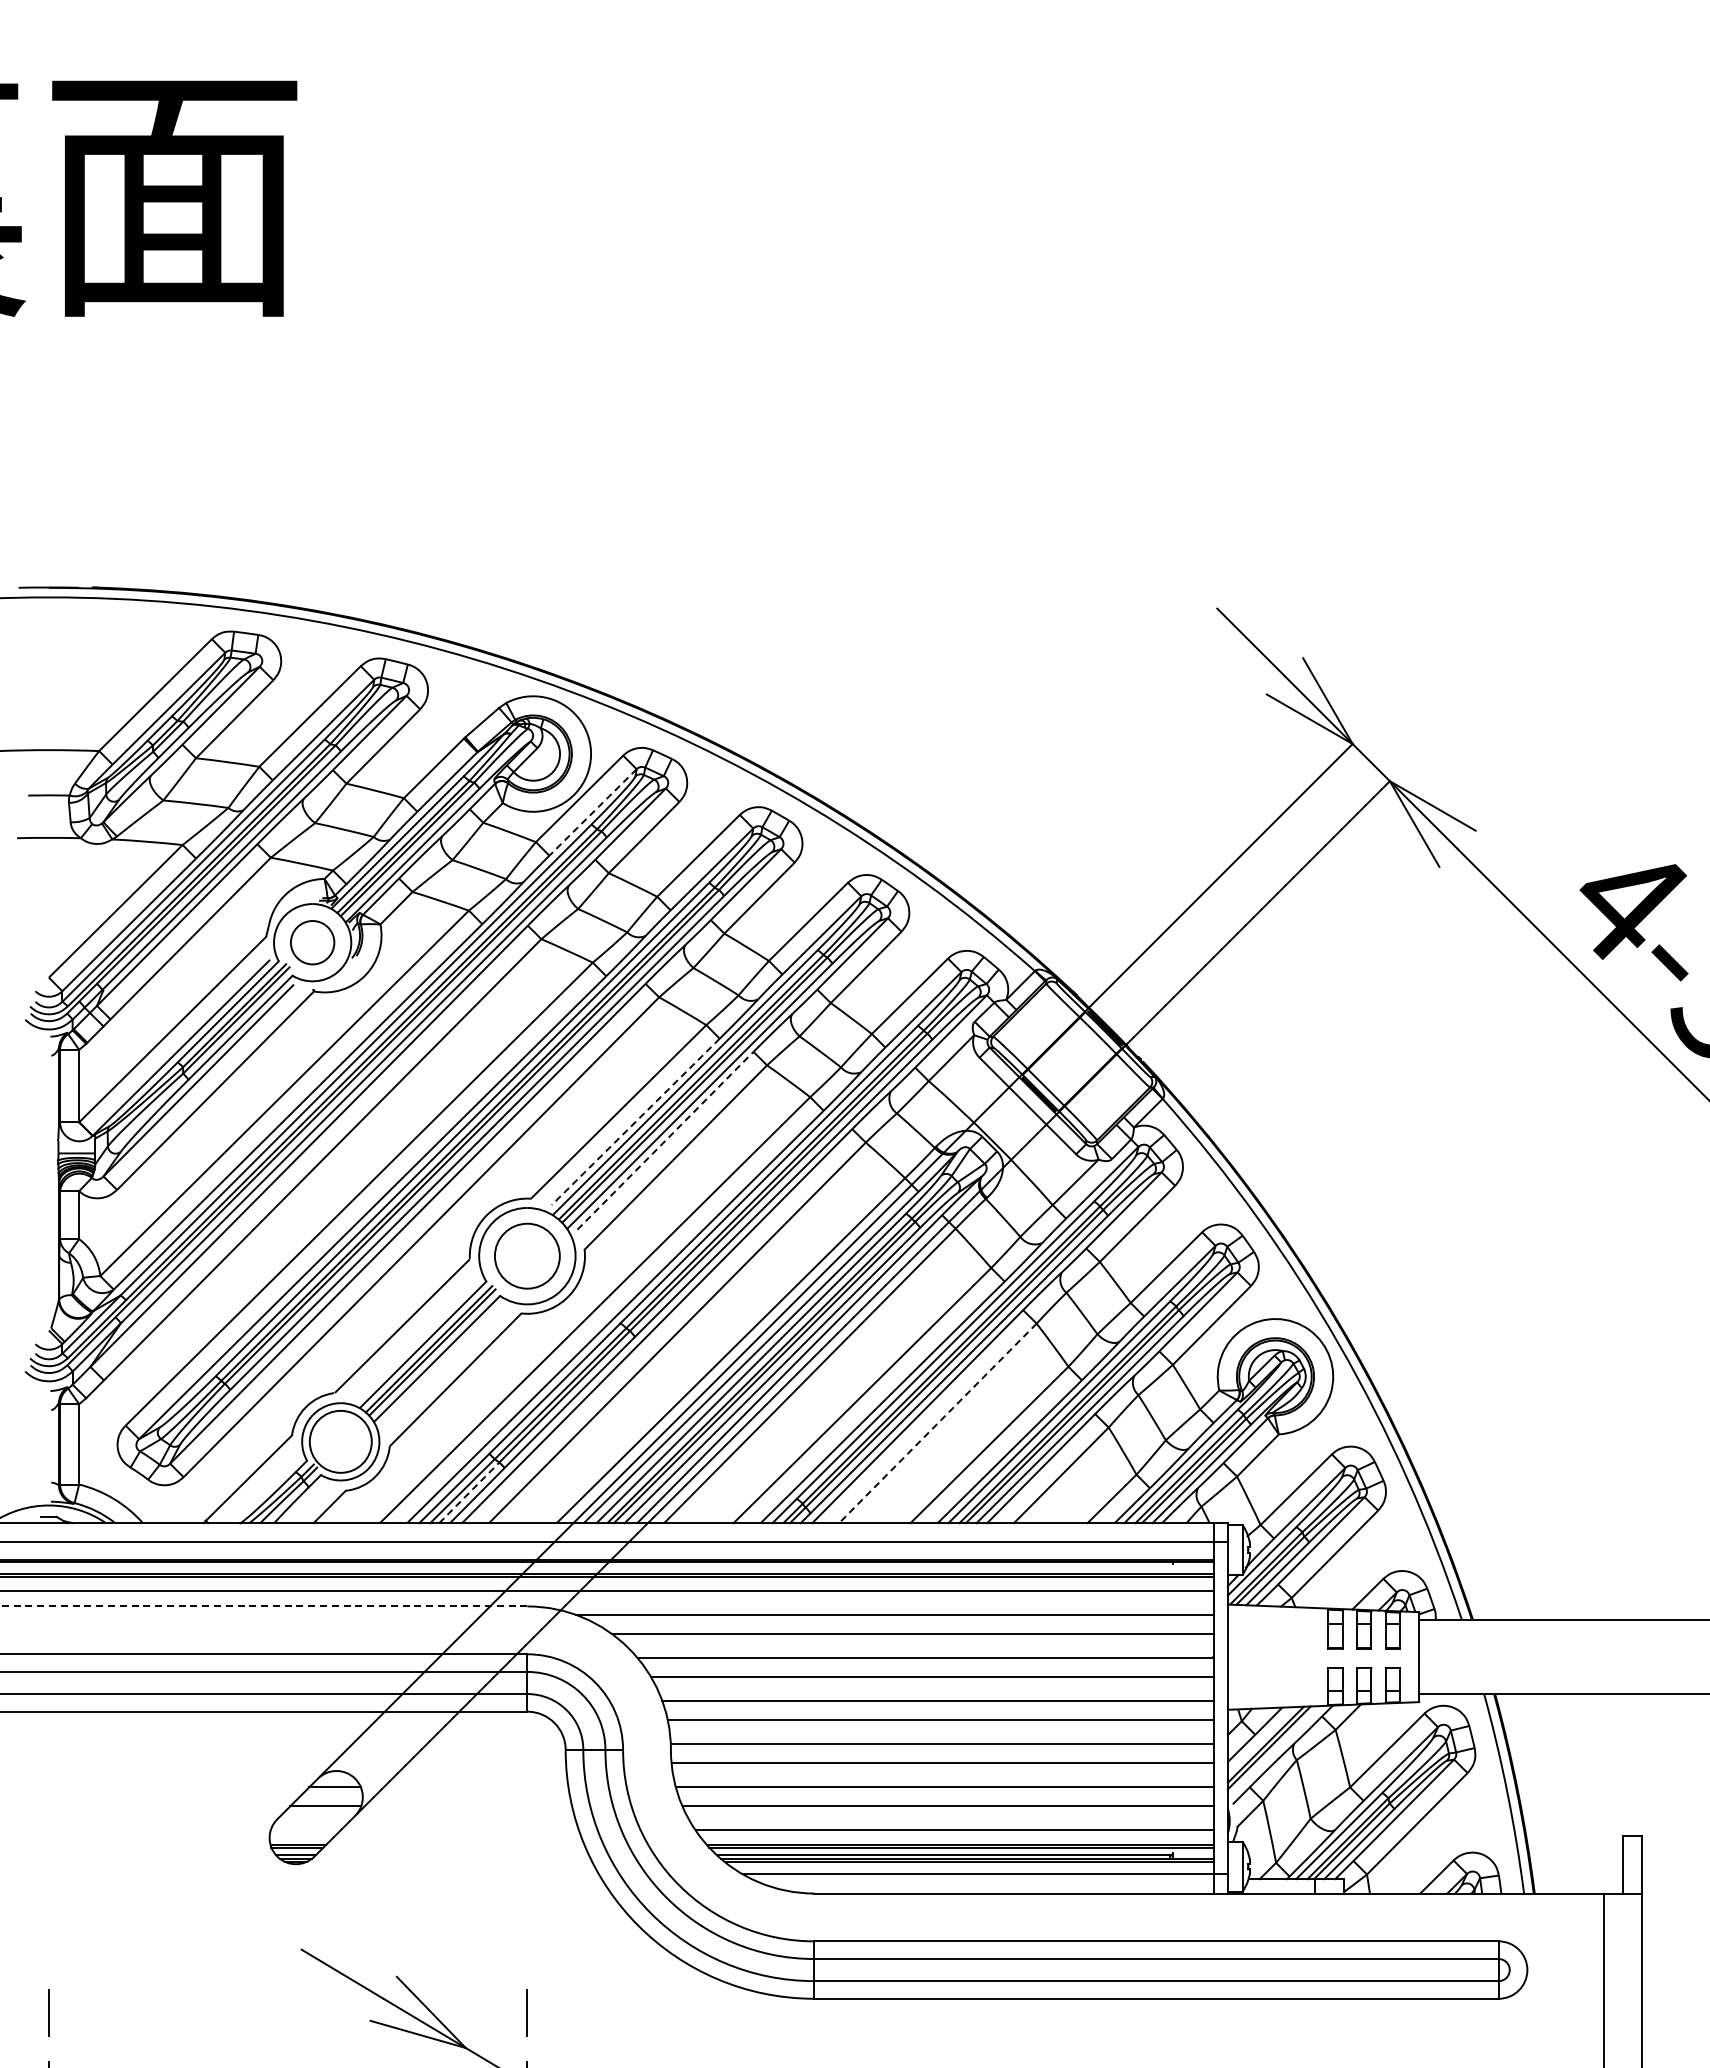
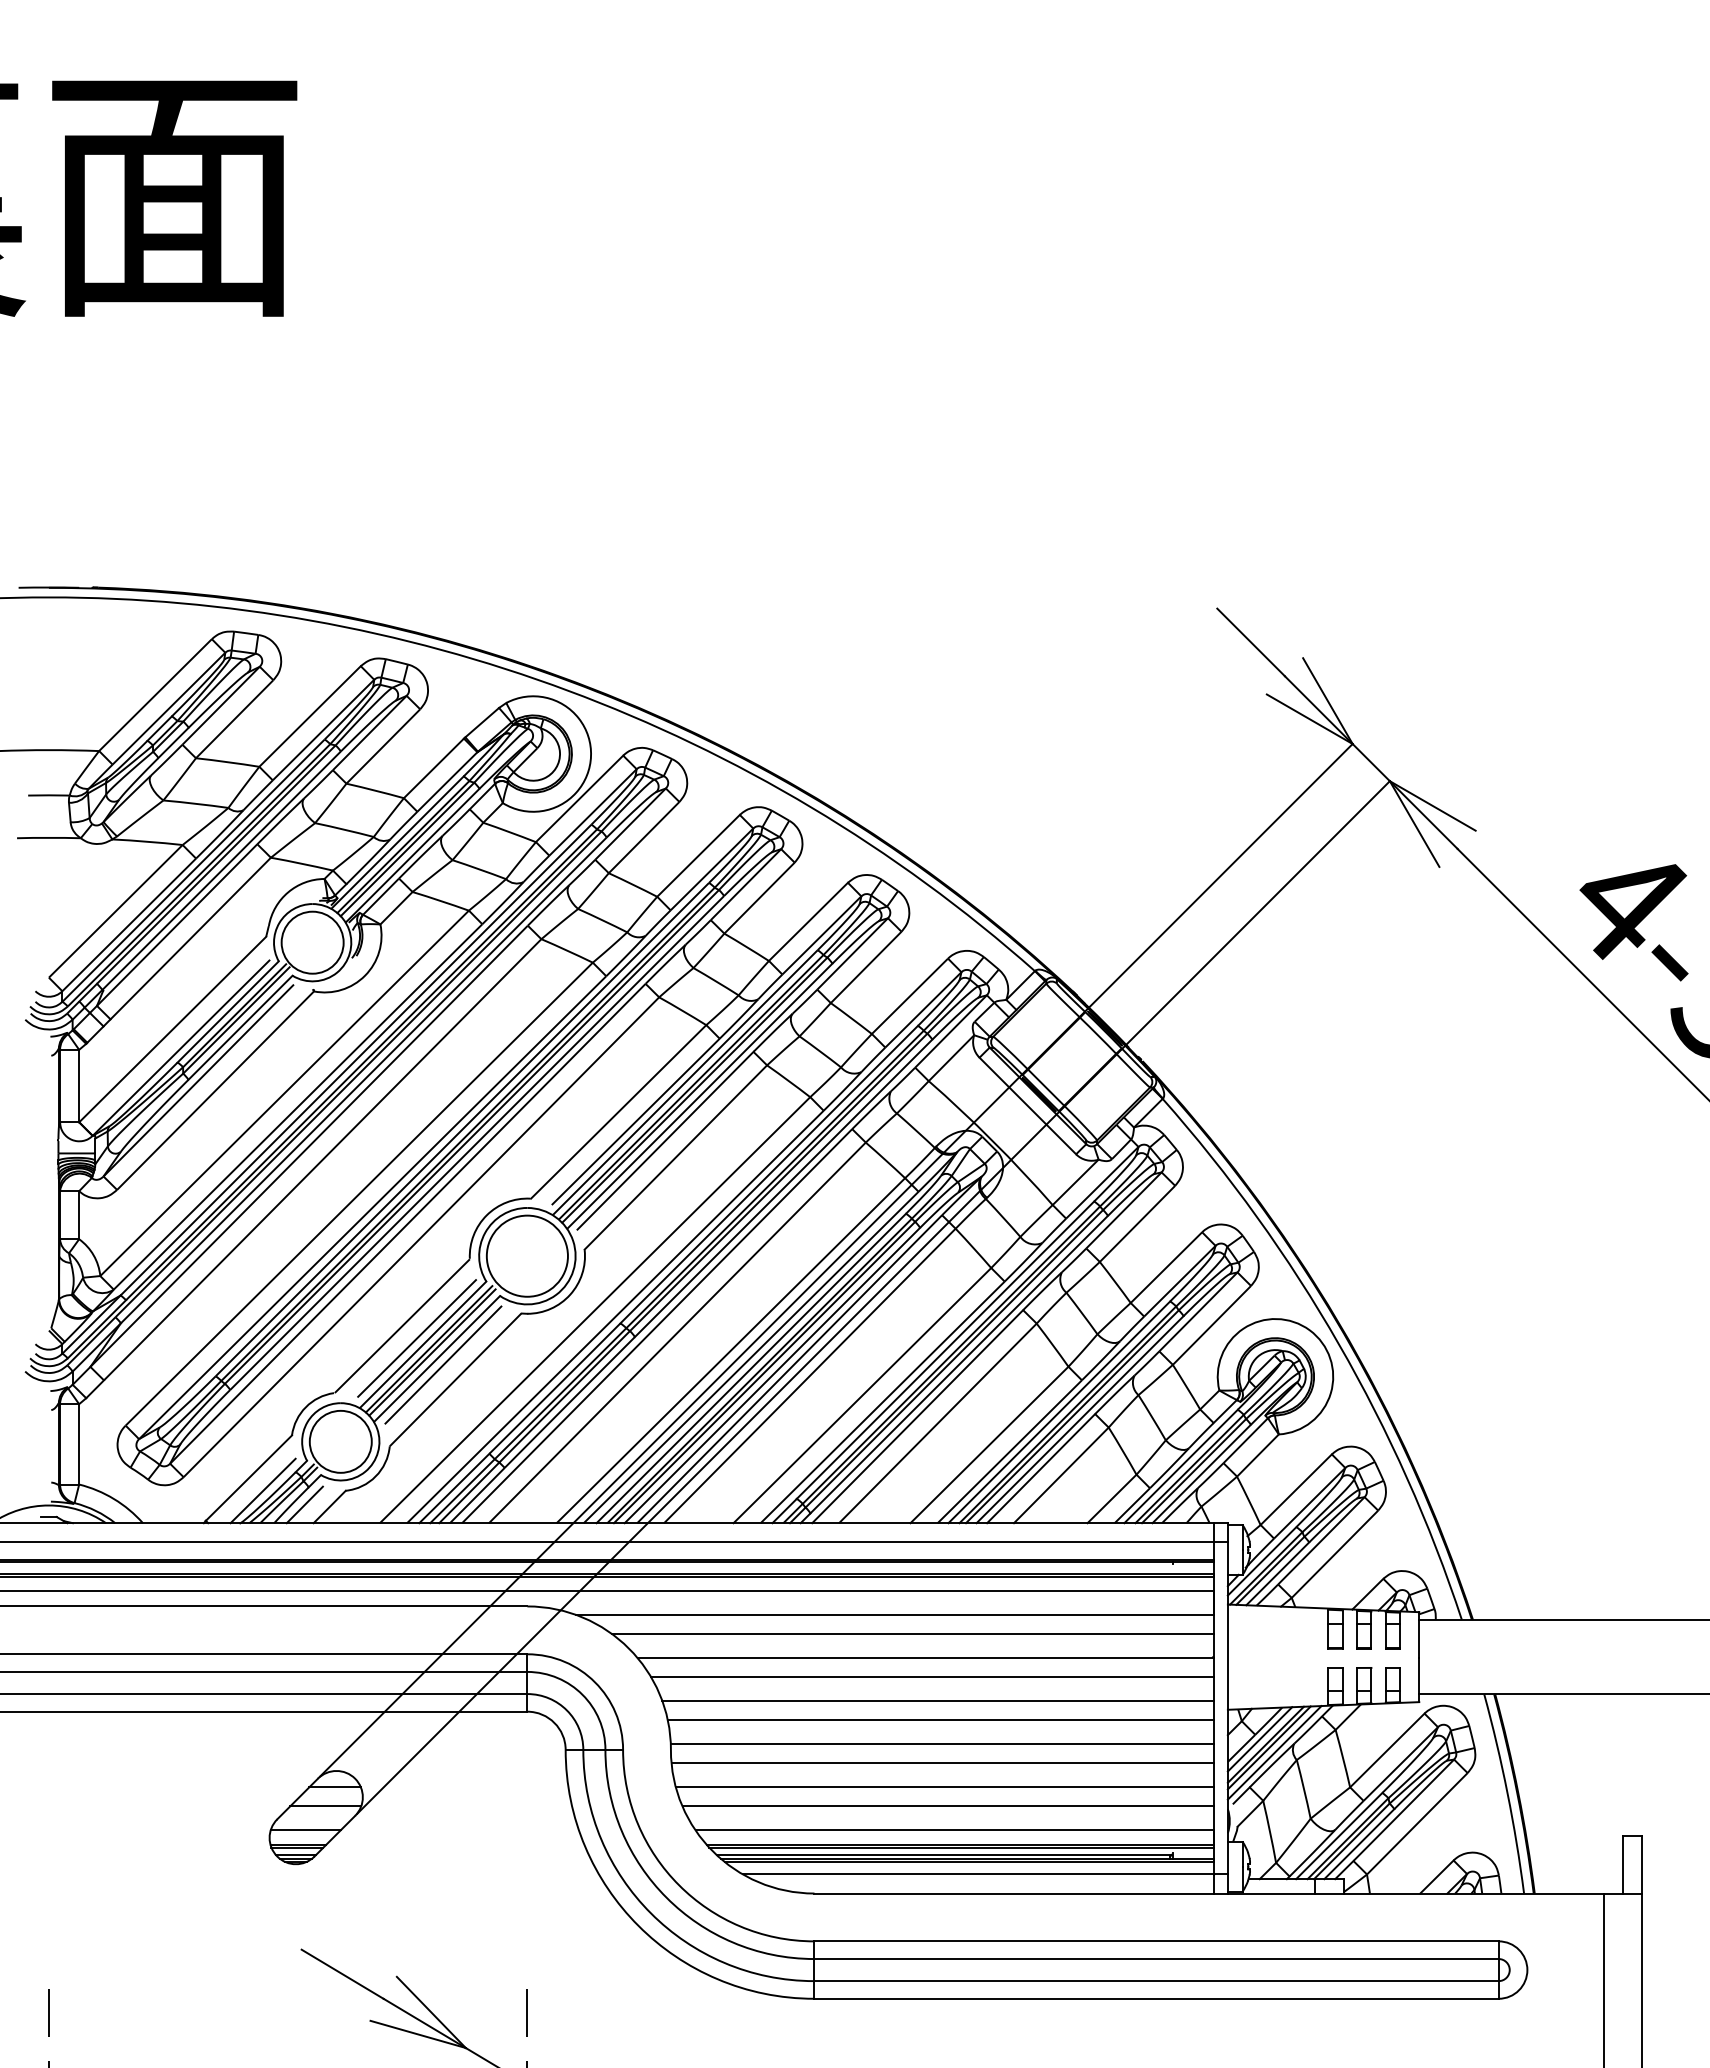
line at (593, 812): dashed -> solid
circle at (312, 942) diameter: 43 px -> 62 px
line at (636, 1121): dashed -> solid
line at (665, 1140): dashed -> solid
circle at (526, 1255) diameter: 65 px -> 81 px
line at (417, 1338): none -> present
line at (443, 1364): none -> present
line at (937, 1423): dashed -> solid
line at (262, 1490): none -> present
line at (469, 1492): dashed -> solid
line at (304, 1504): none -> present
line at (263, 1606): dashed -> solid
line at (1259, 1739): none -> present
line at (1274, 1752): none -> present
line at (305, 1830): none -> present
